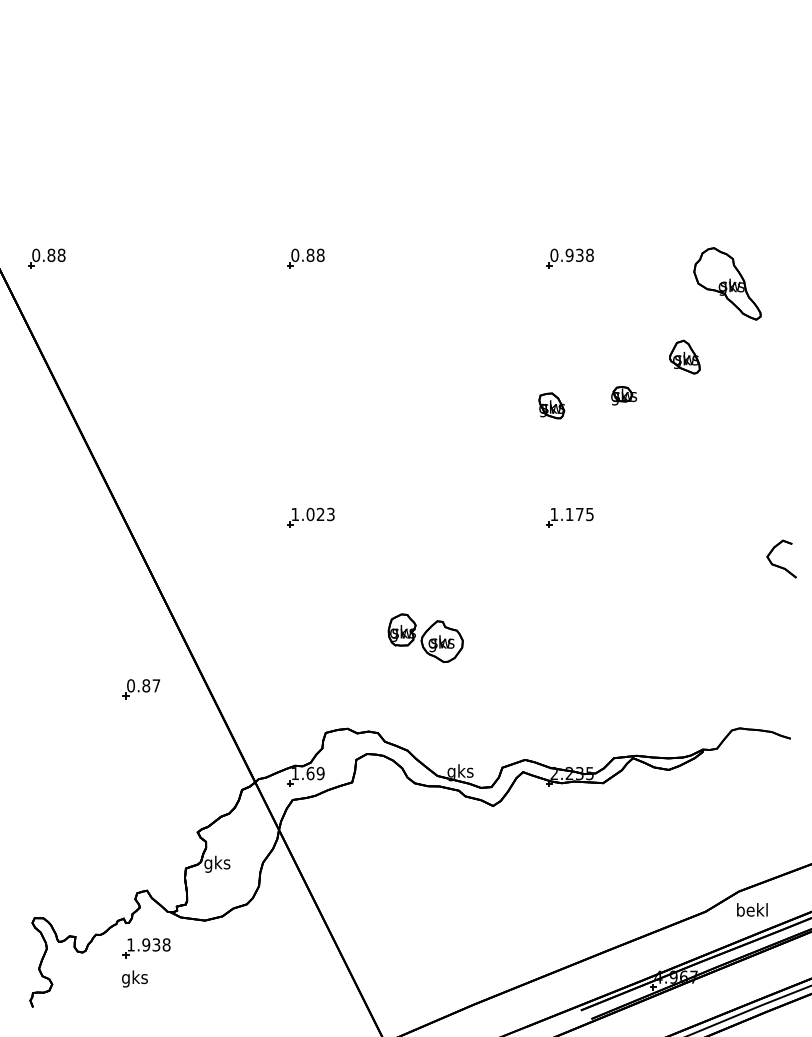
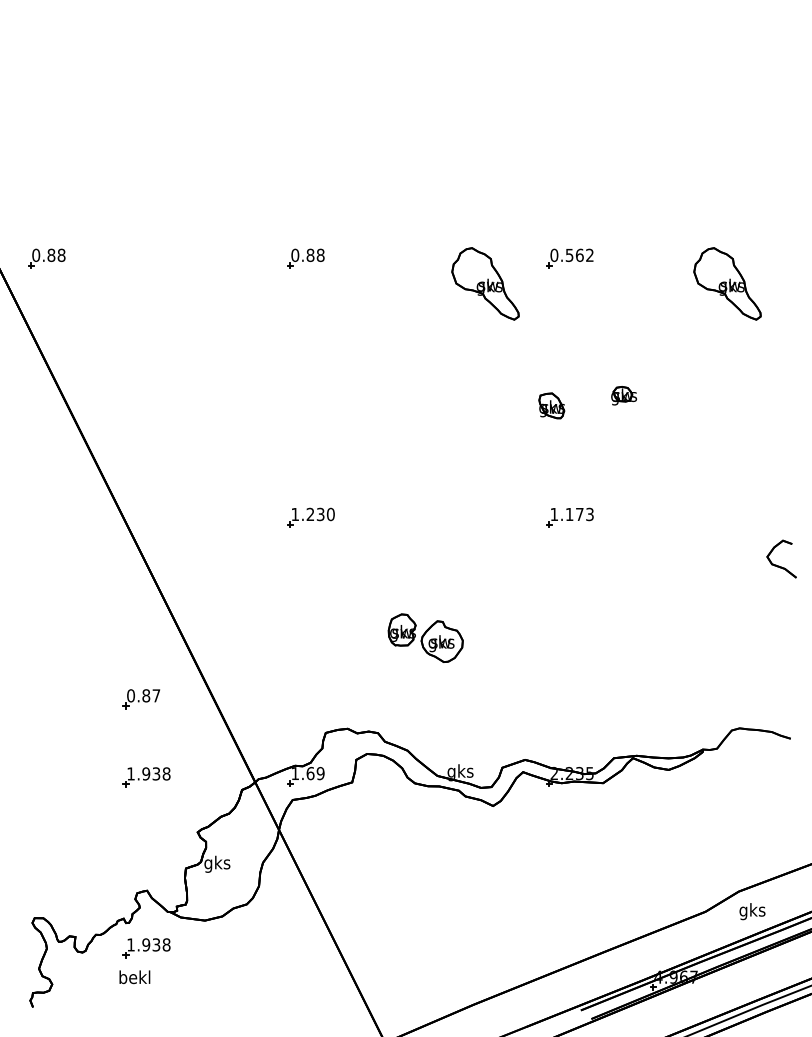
text at (579, 254): 0.938 -> 0.562
part at (485, 283): none -> present
part at (684, 356): present -> none
text at (589, 513): 1.175 -> 1.173
text at (320, 514): 1.023 -> 1.230
part at (141, 689) position: (141, 689) -> (141, 699)
part at (146, 777): none -> present
text at (752, 911): bekl -> gks
text at (134, 978): gks -> bekl
